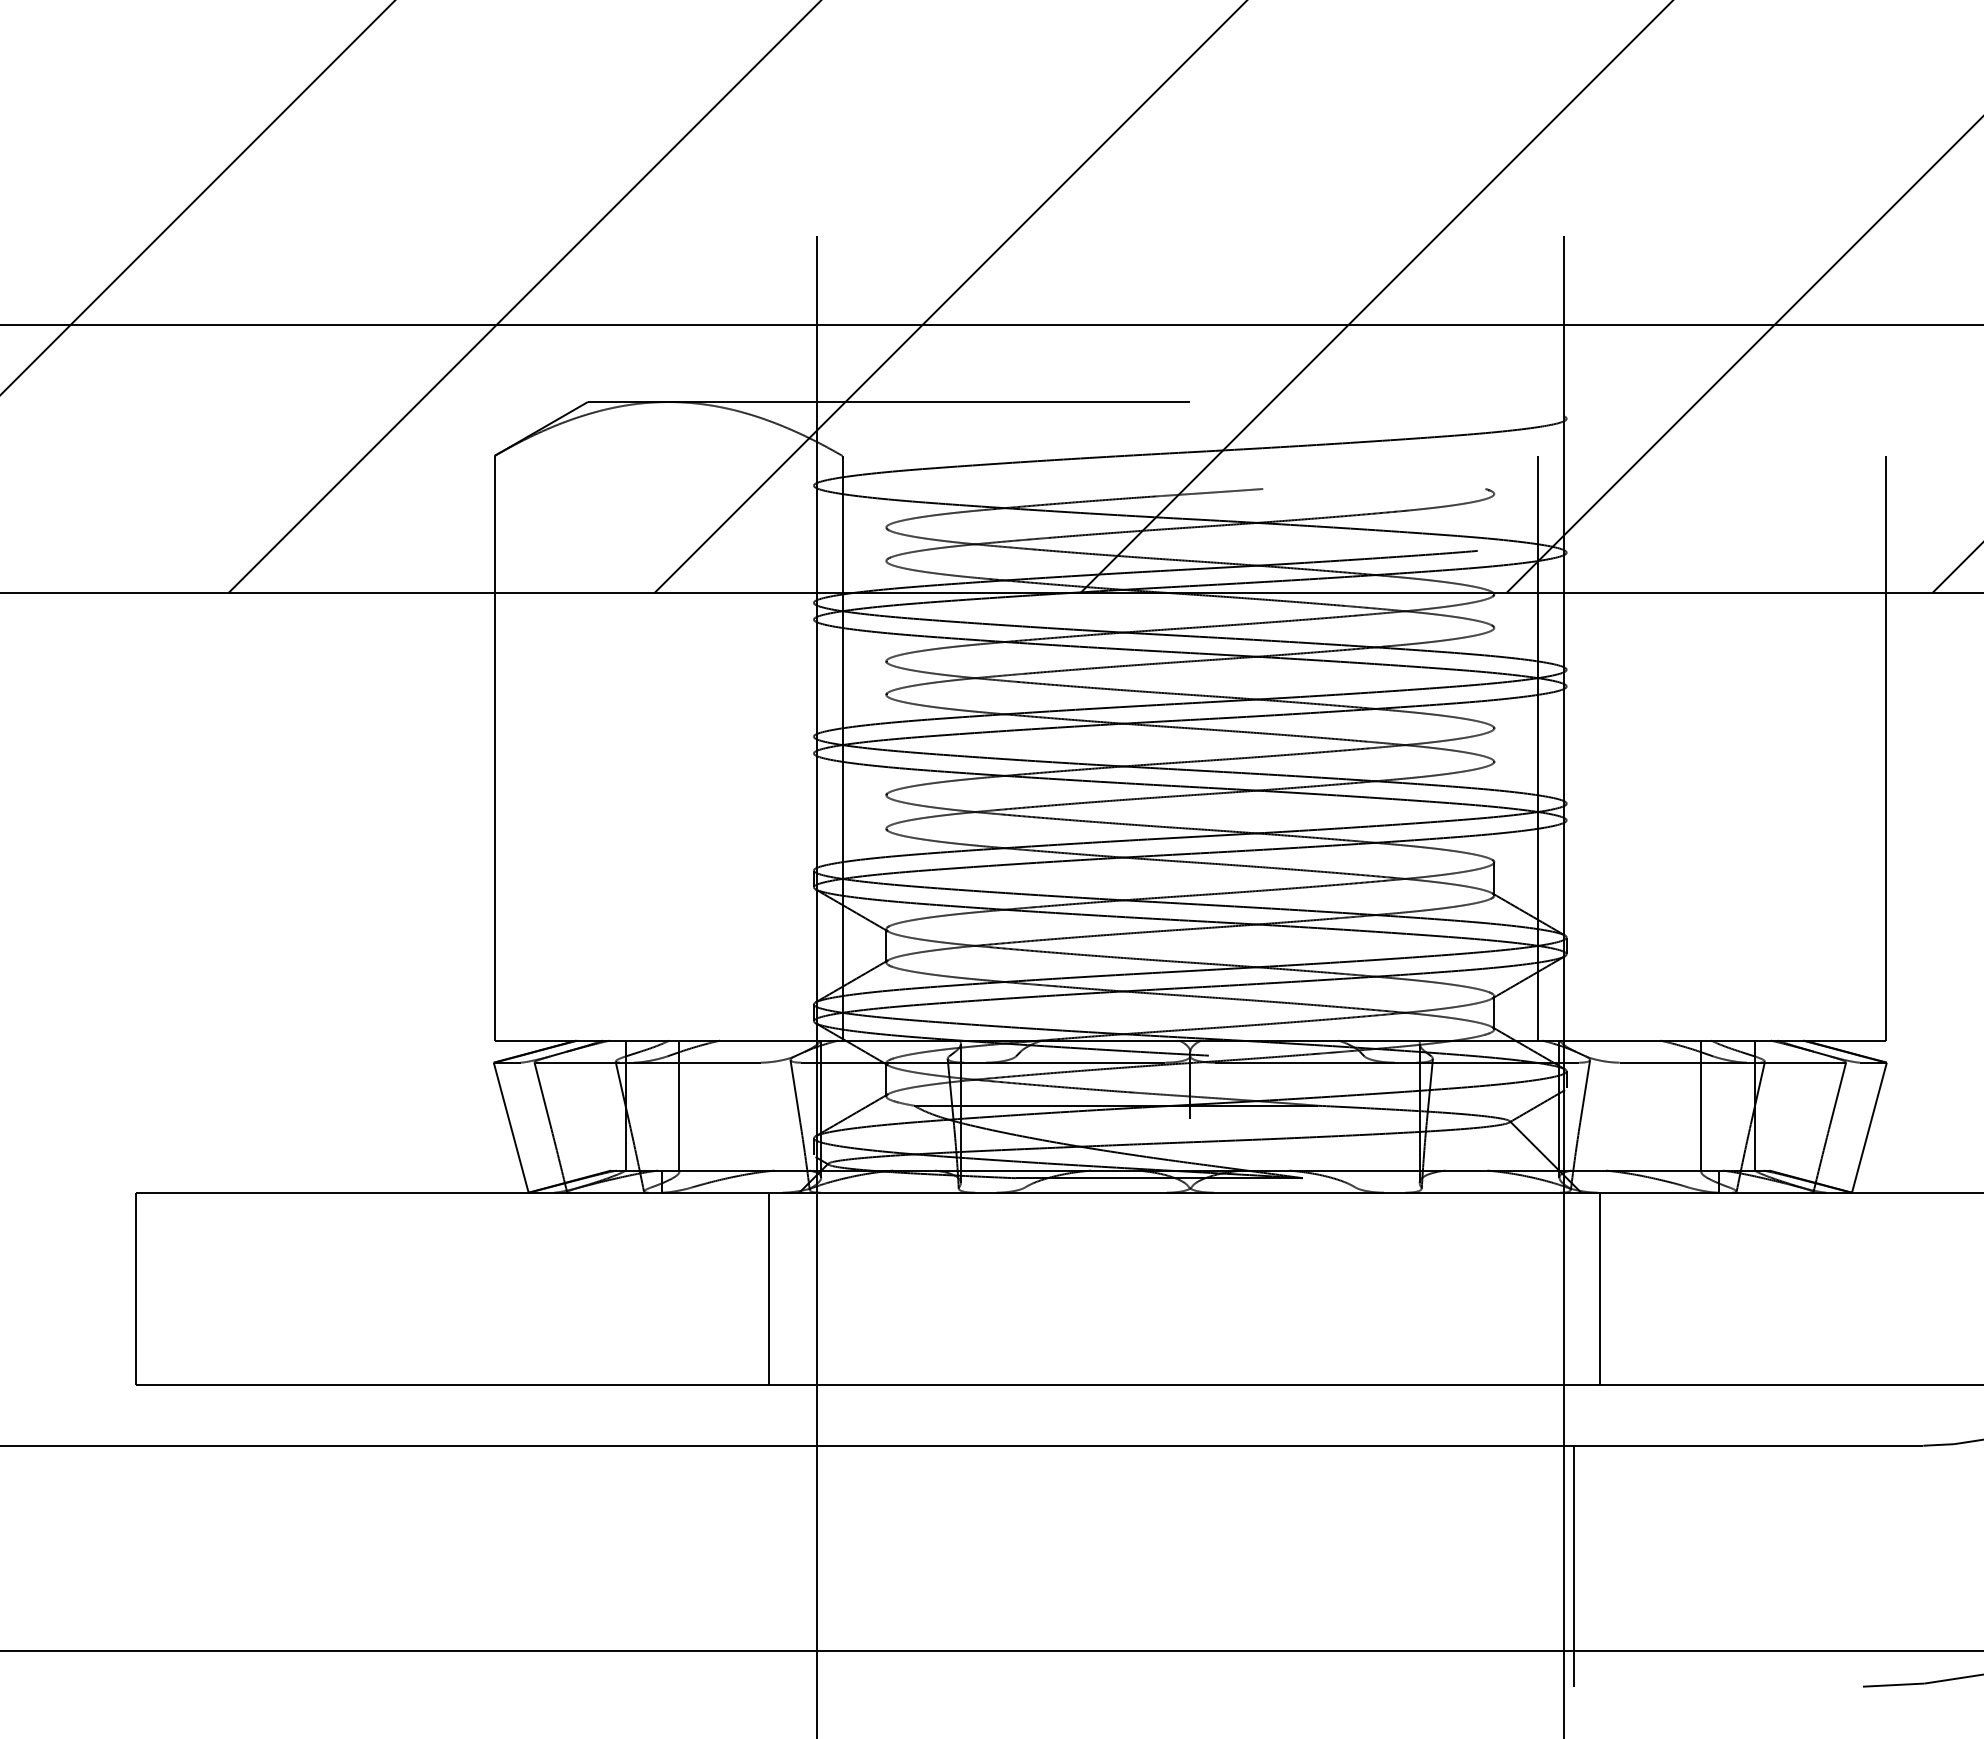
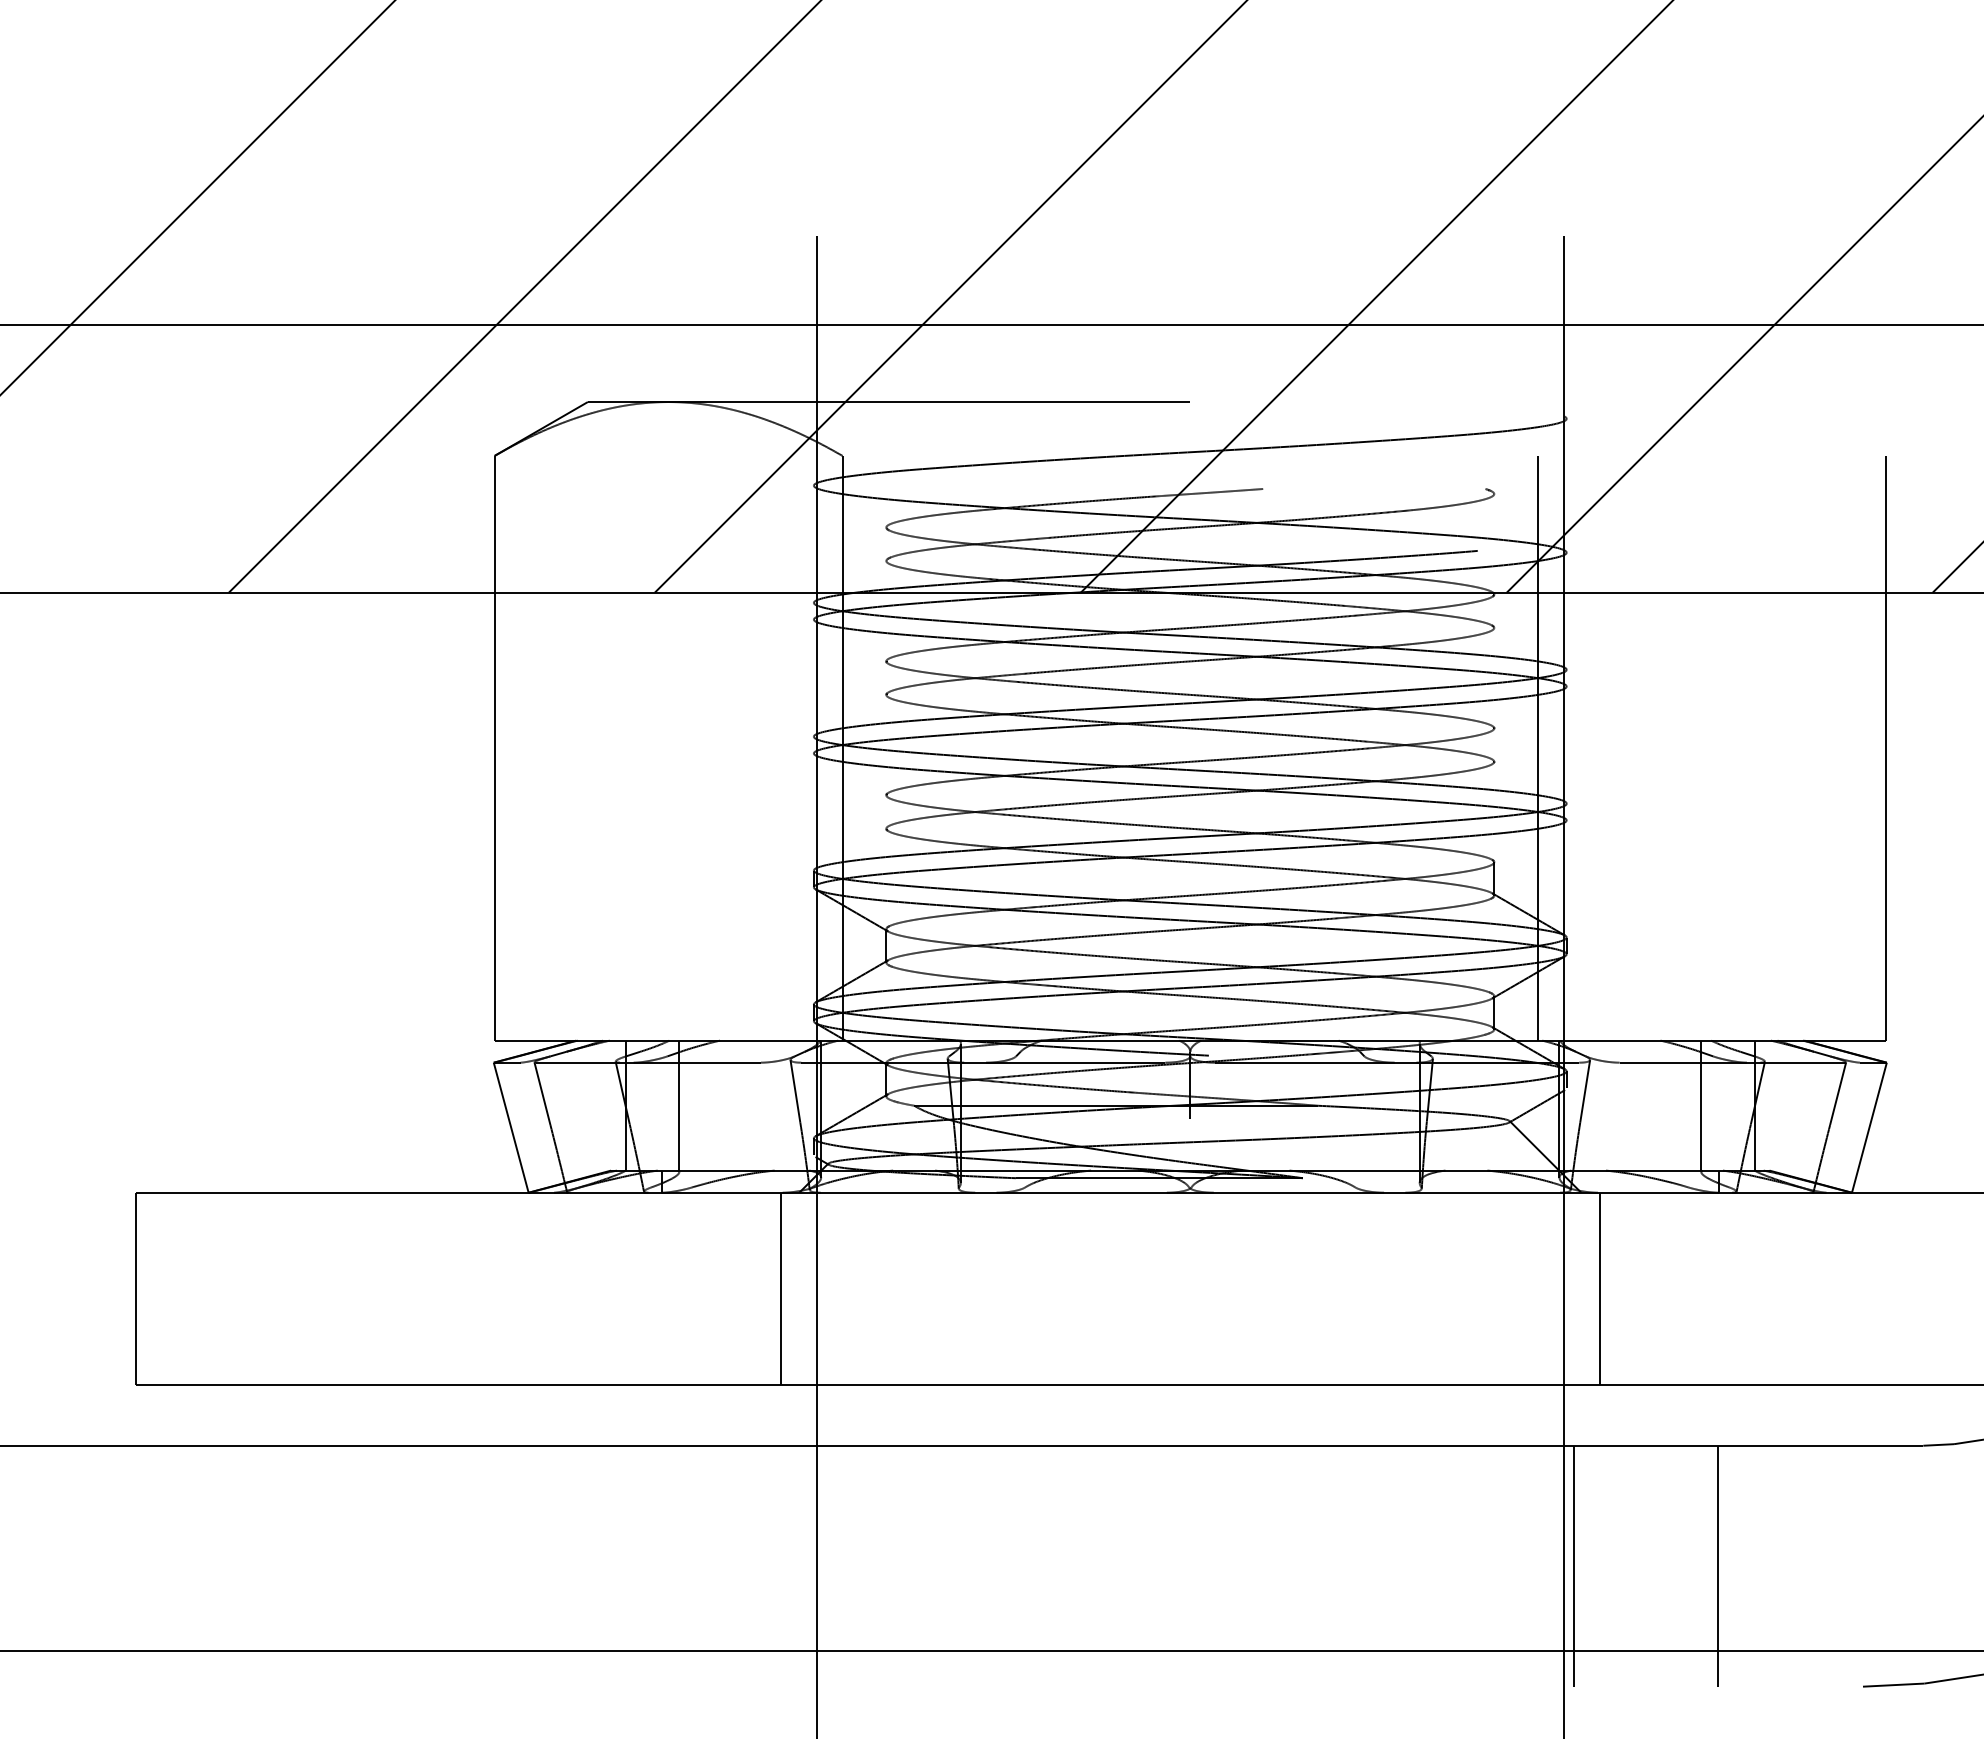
line at (768, 1288) position: (768, 1288) -> (780, 1288)
line at (1718, 1565): none -> present
